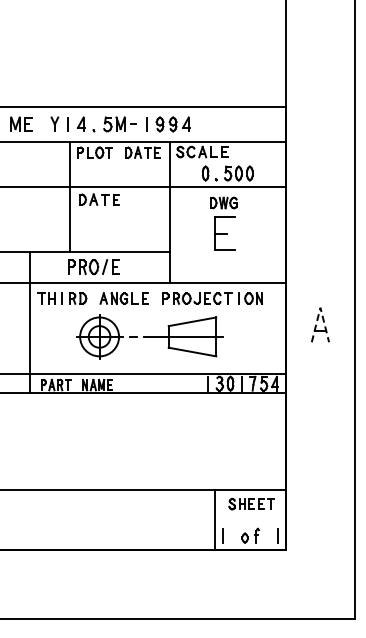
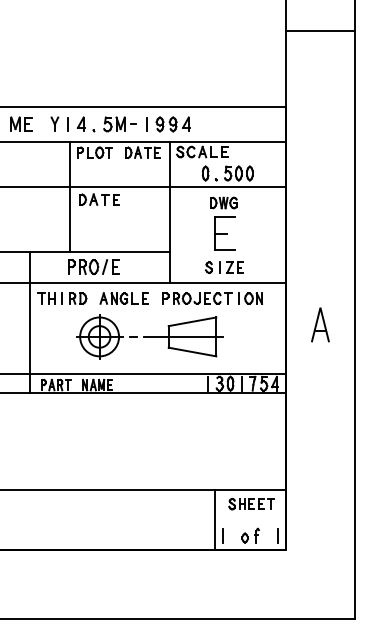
line at (320, 31): none -> present
part at (223, 267): none -> present
line at (320, 307): dashed -> solid
